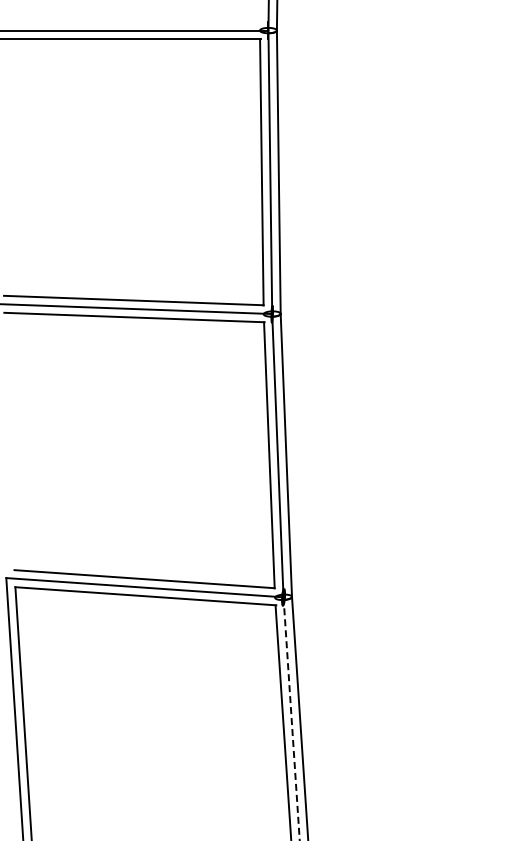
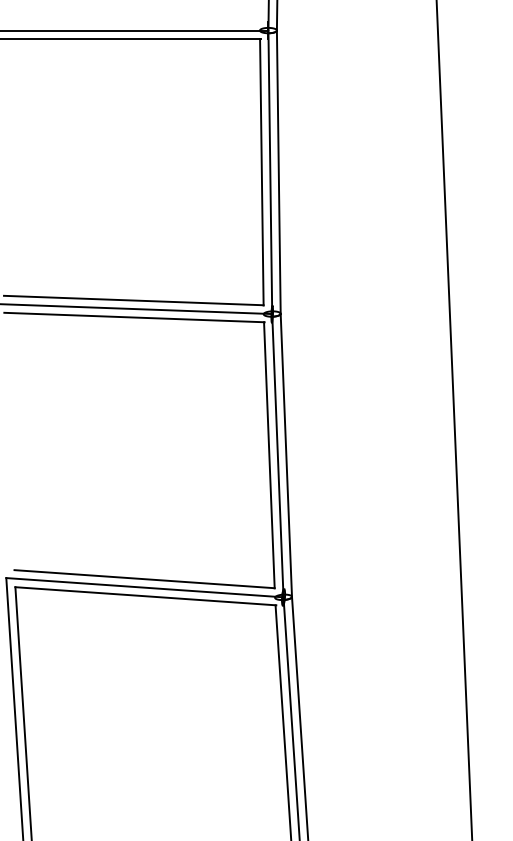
line at (454, 419): none -> present
line at (291, 718): dashed -> solid
